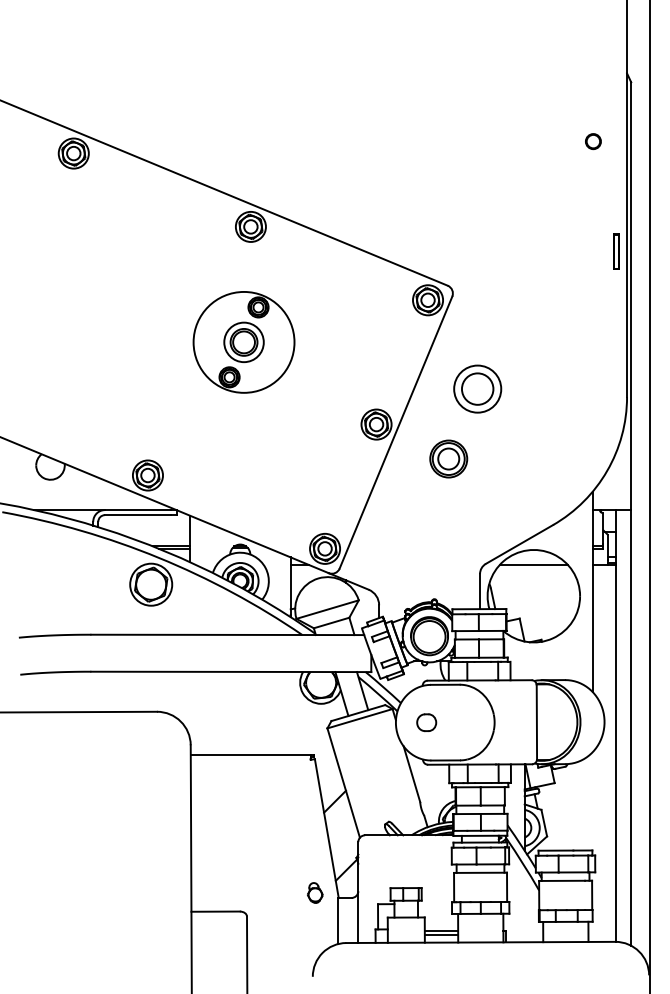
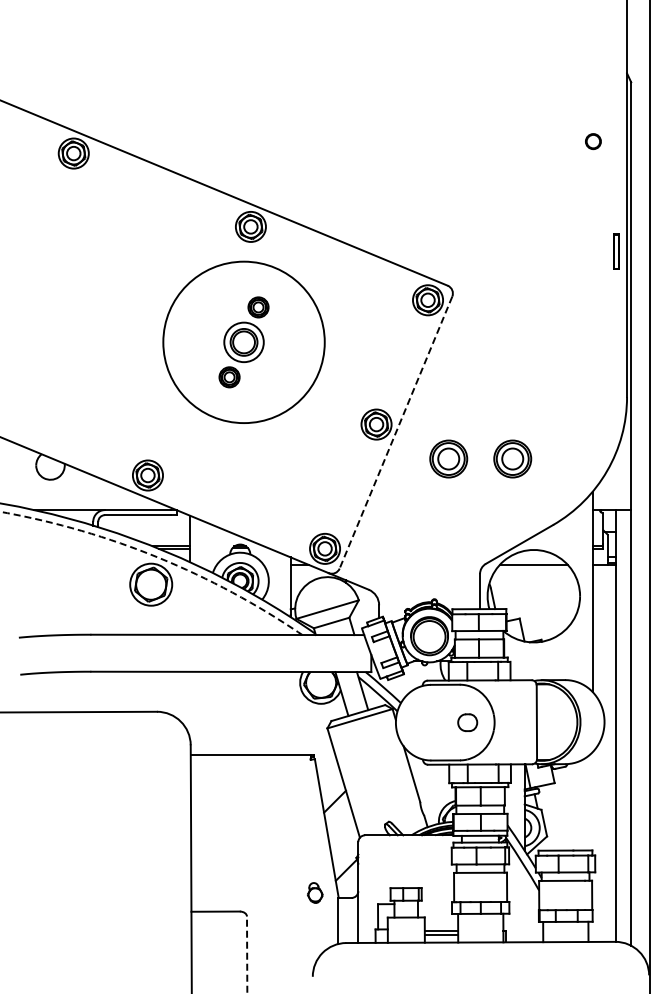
circle at (243, 341) diameter: 101 px -> 161 px
part at (477, 388): present -> none
line at (395, 433): solid -> dashed
part at (512, 458): none -> present
arc at (158, 557): solid -> dashed
part at (426, 722) position: (426, 722) -> (467, 722)
line at (247, 954): solid -> dashed
